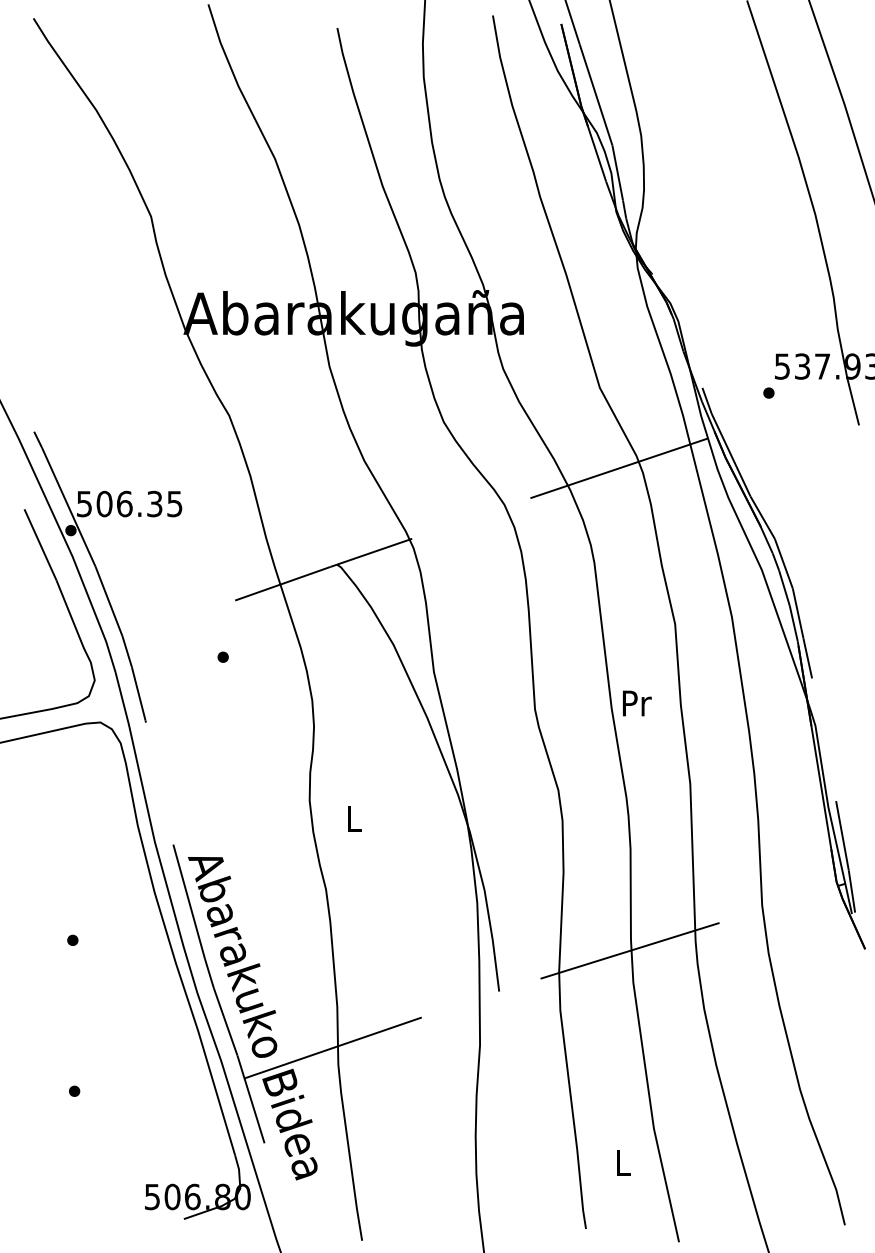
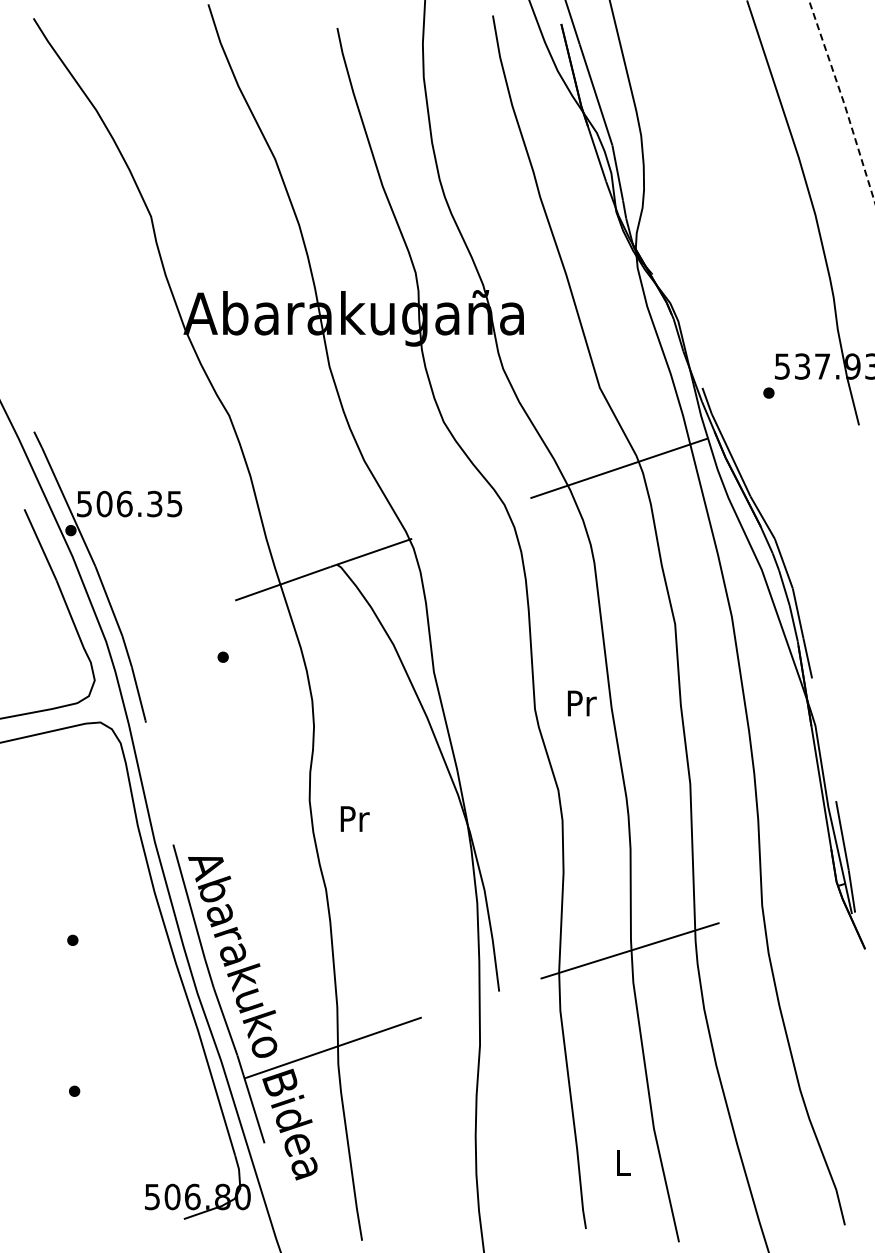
line at (843, 101): solid -> dashed
text at (637, 703) position: (637, 703) -> (582, 703)
text at (354, 818): L -> Pr
